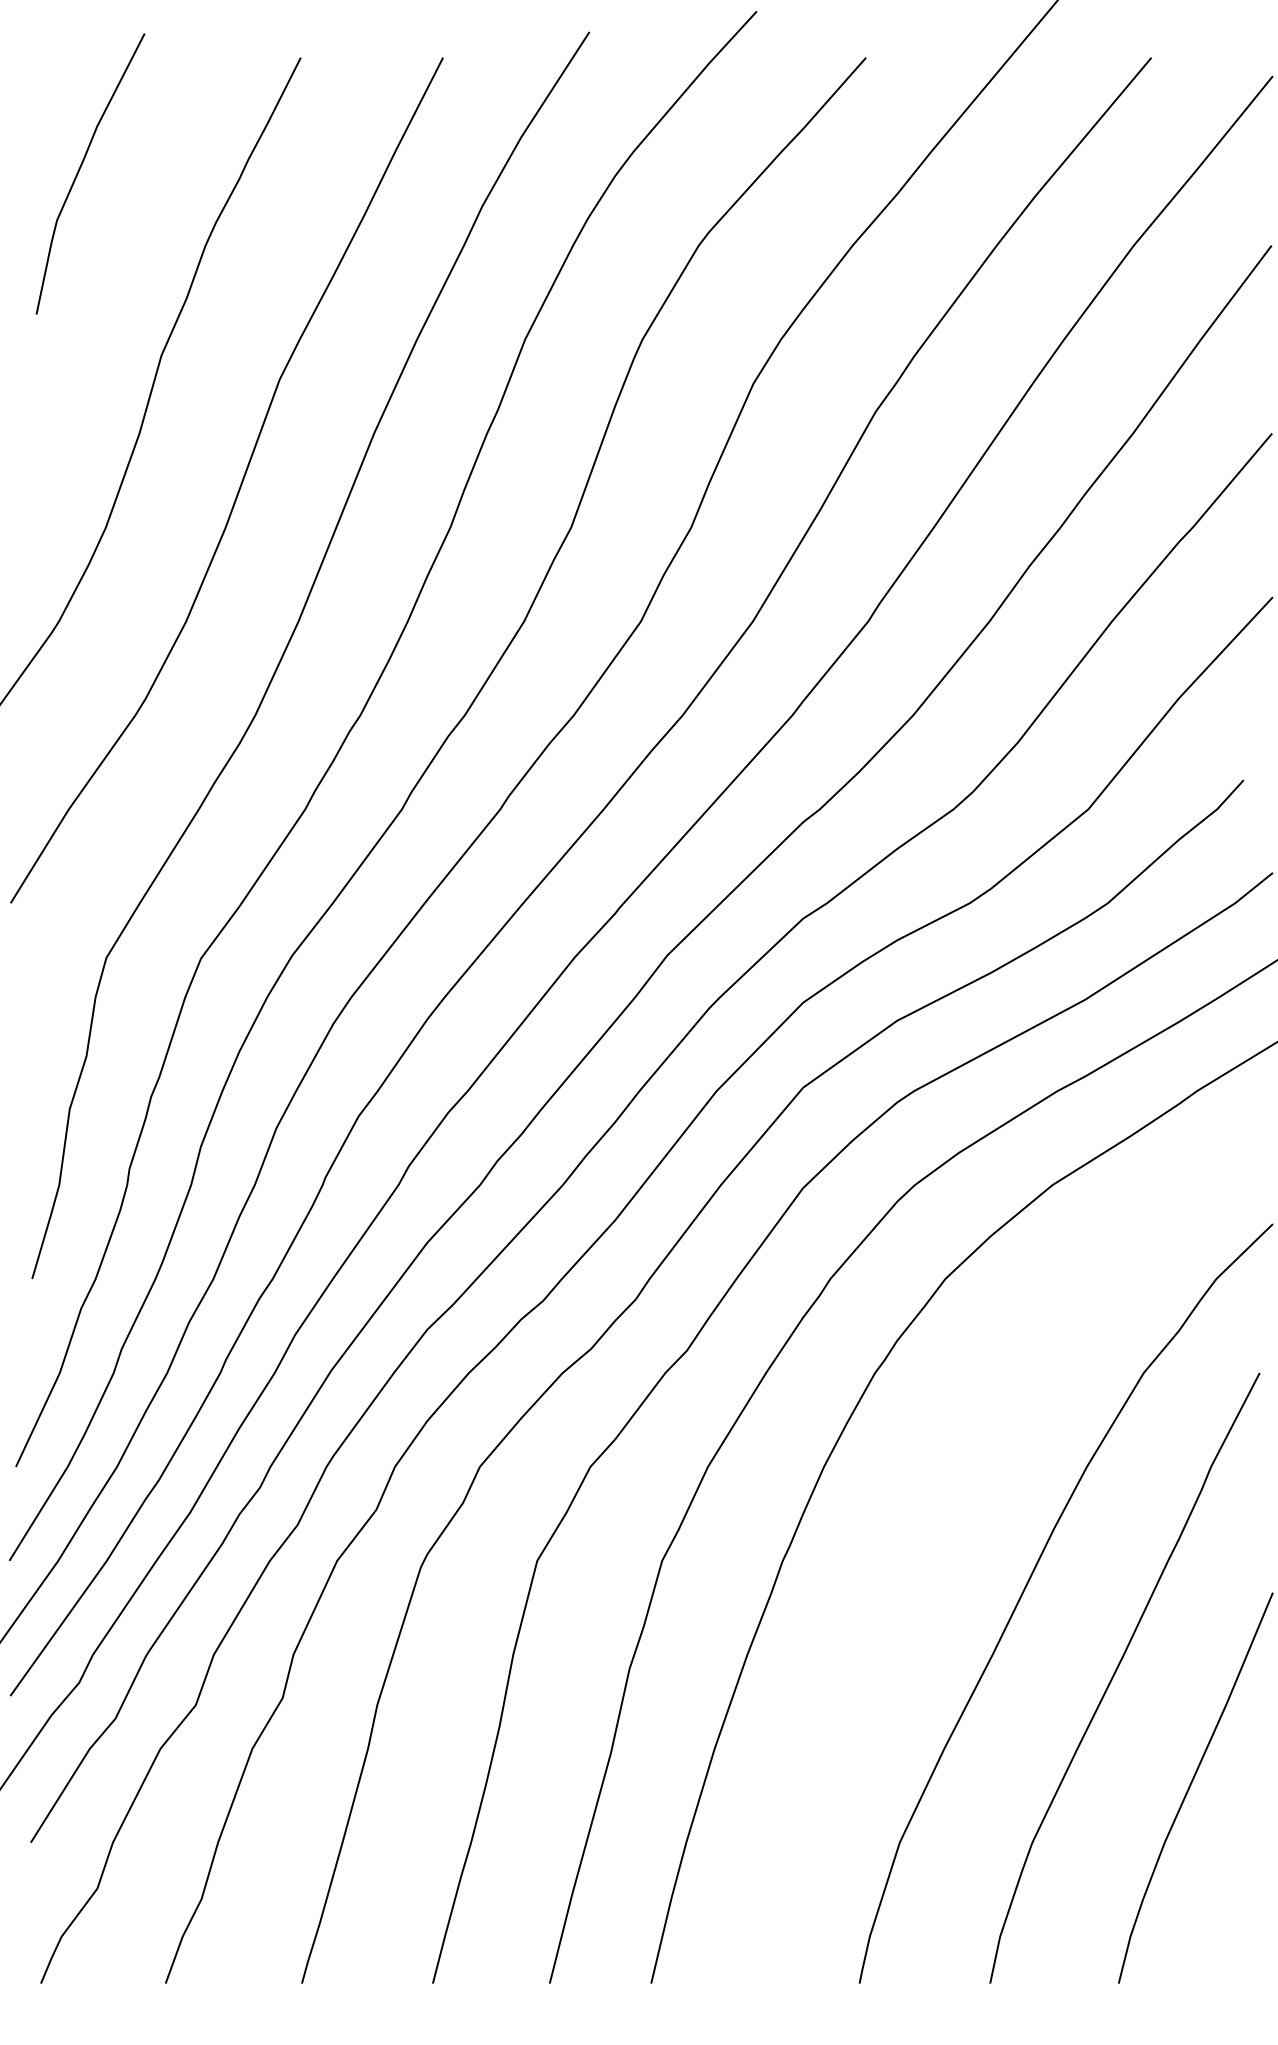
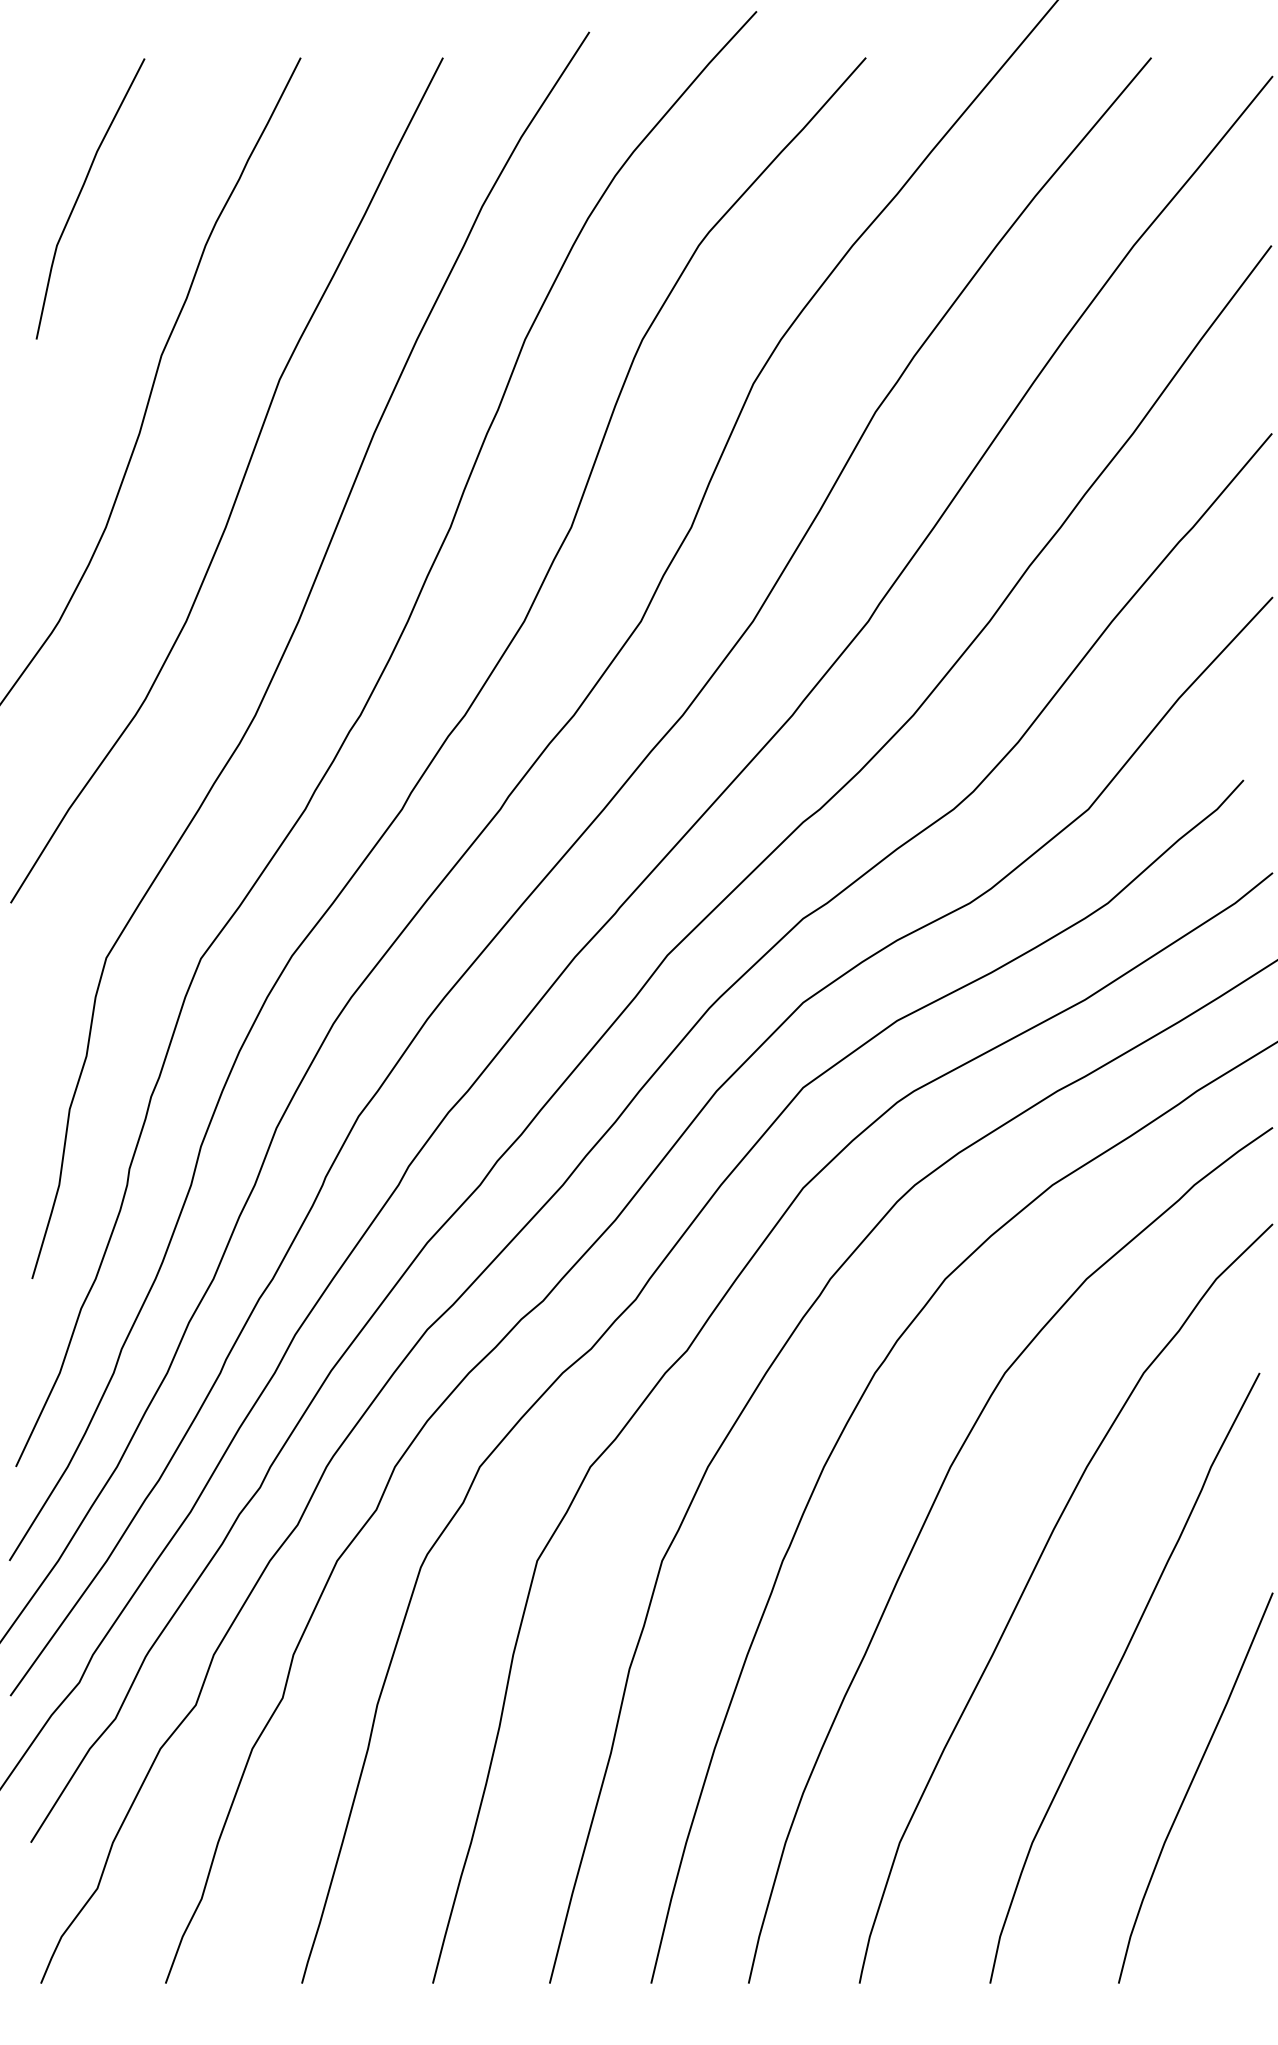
curve at (80, 169) position: (80, 169) -> (80, 194)
curve at (927, 1519): none -> present
